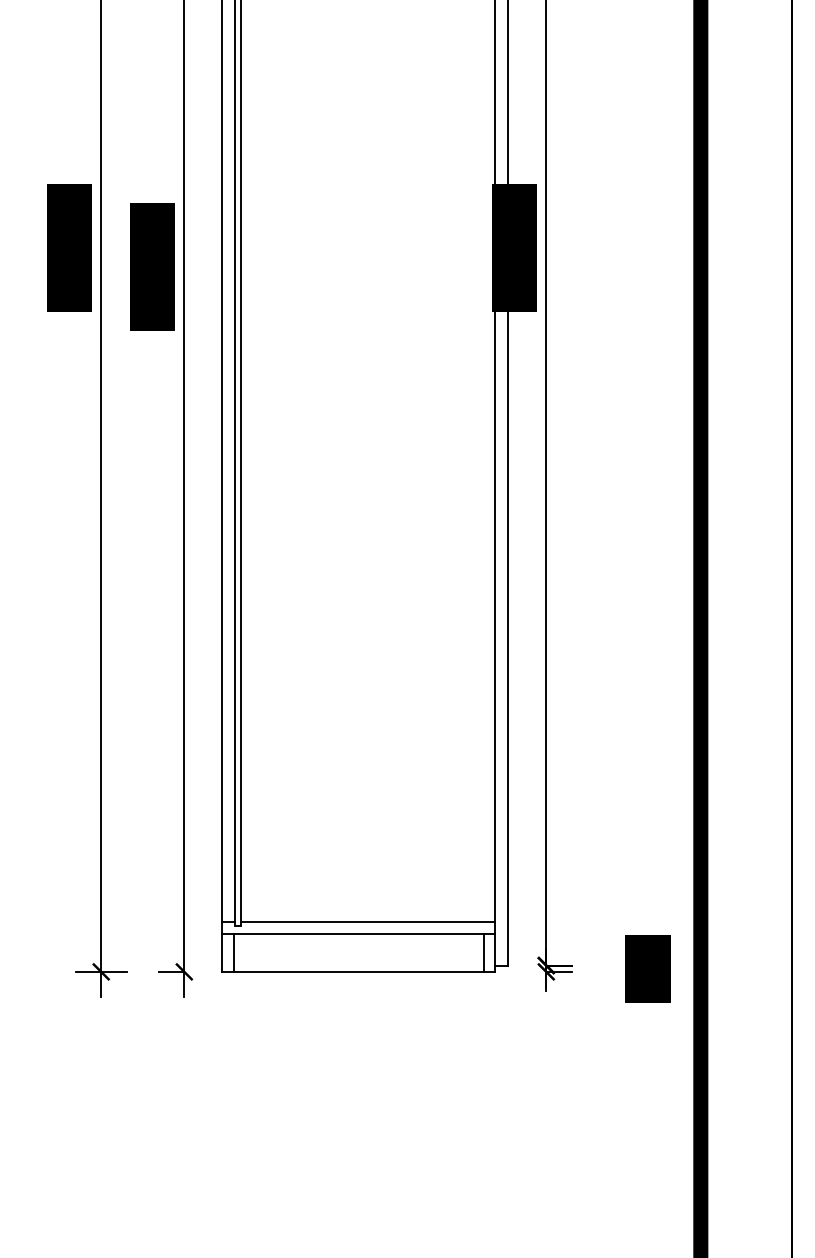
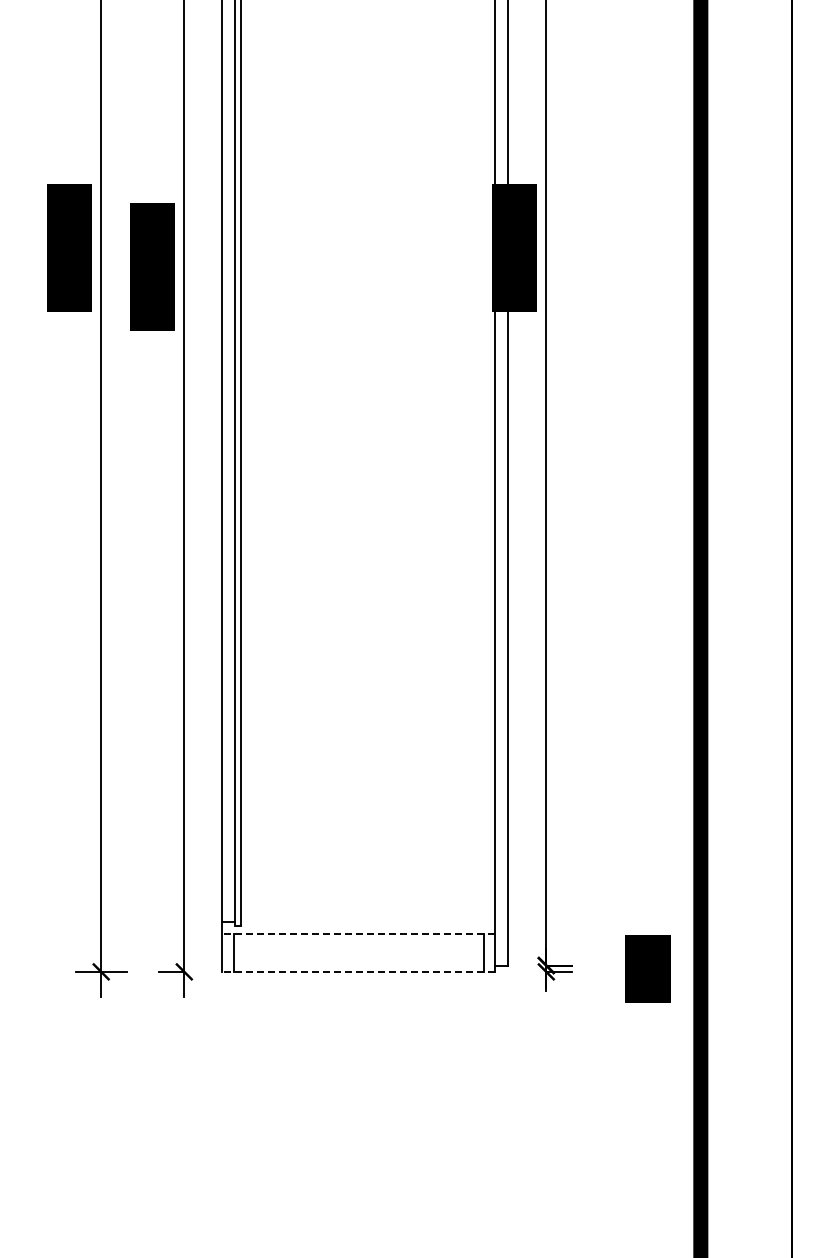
line at (367, 922): present -> none
line at (358, 933): solid -> dashed
line at (358, 971): solid -> dashed
